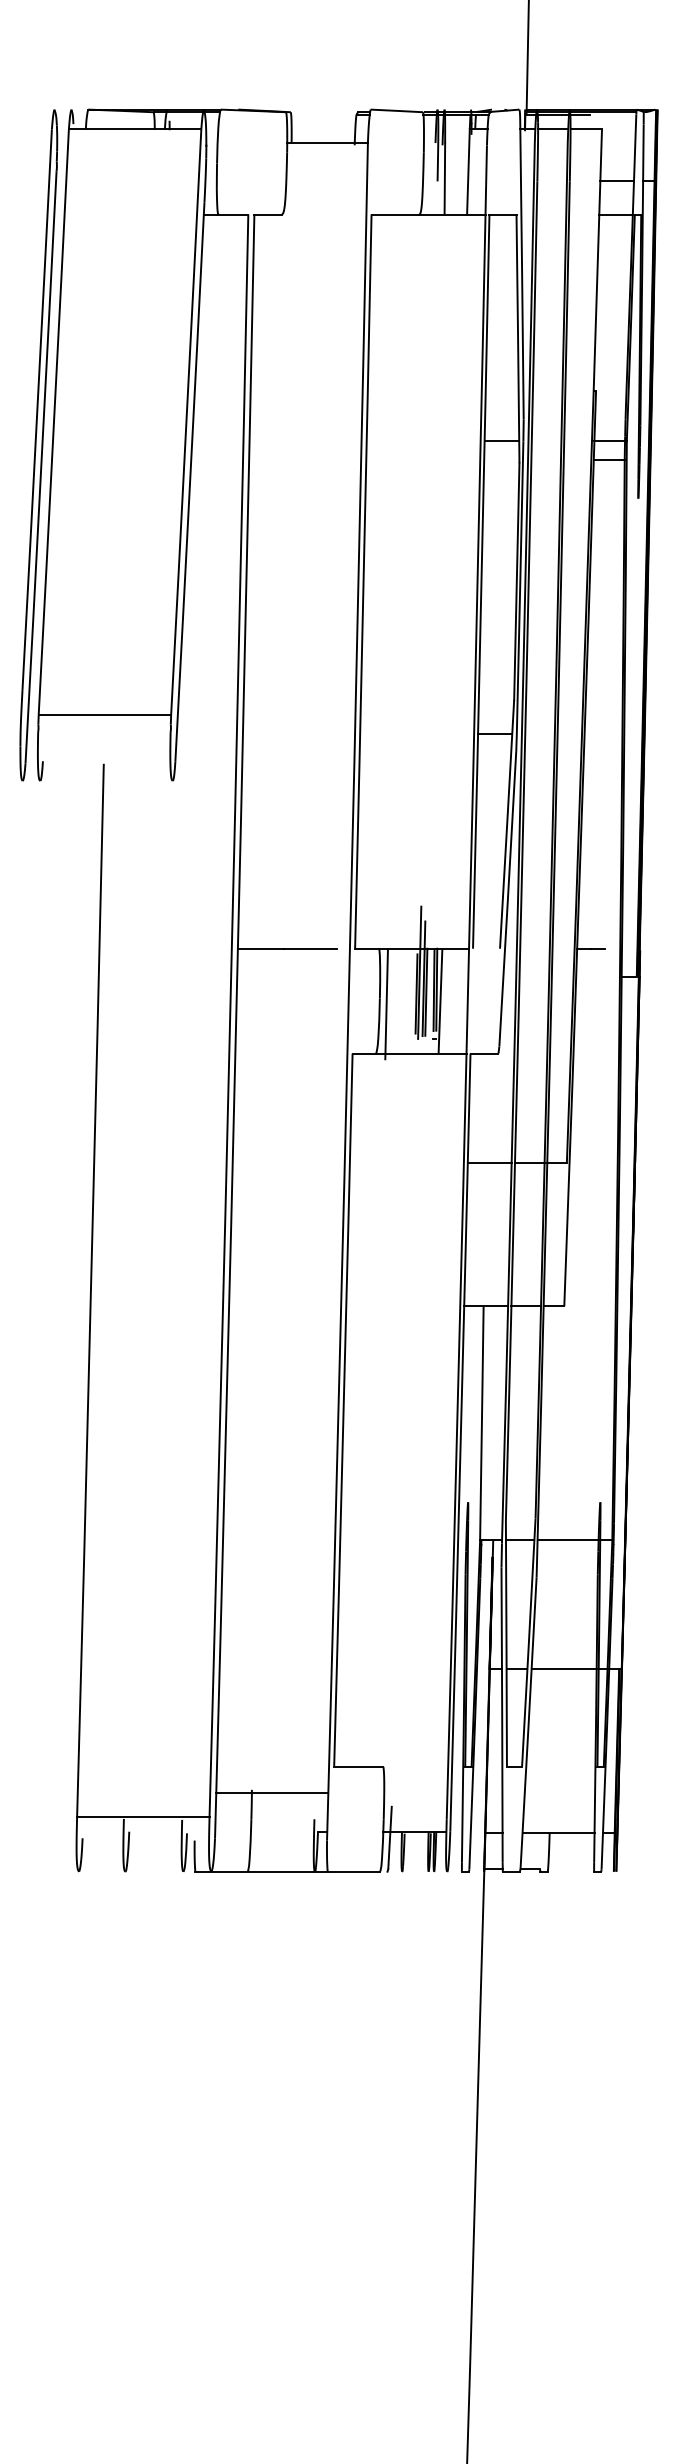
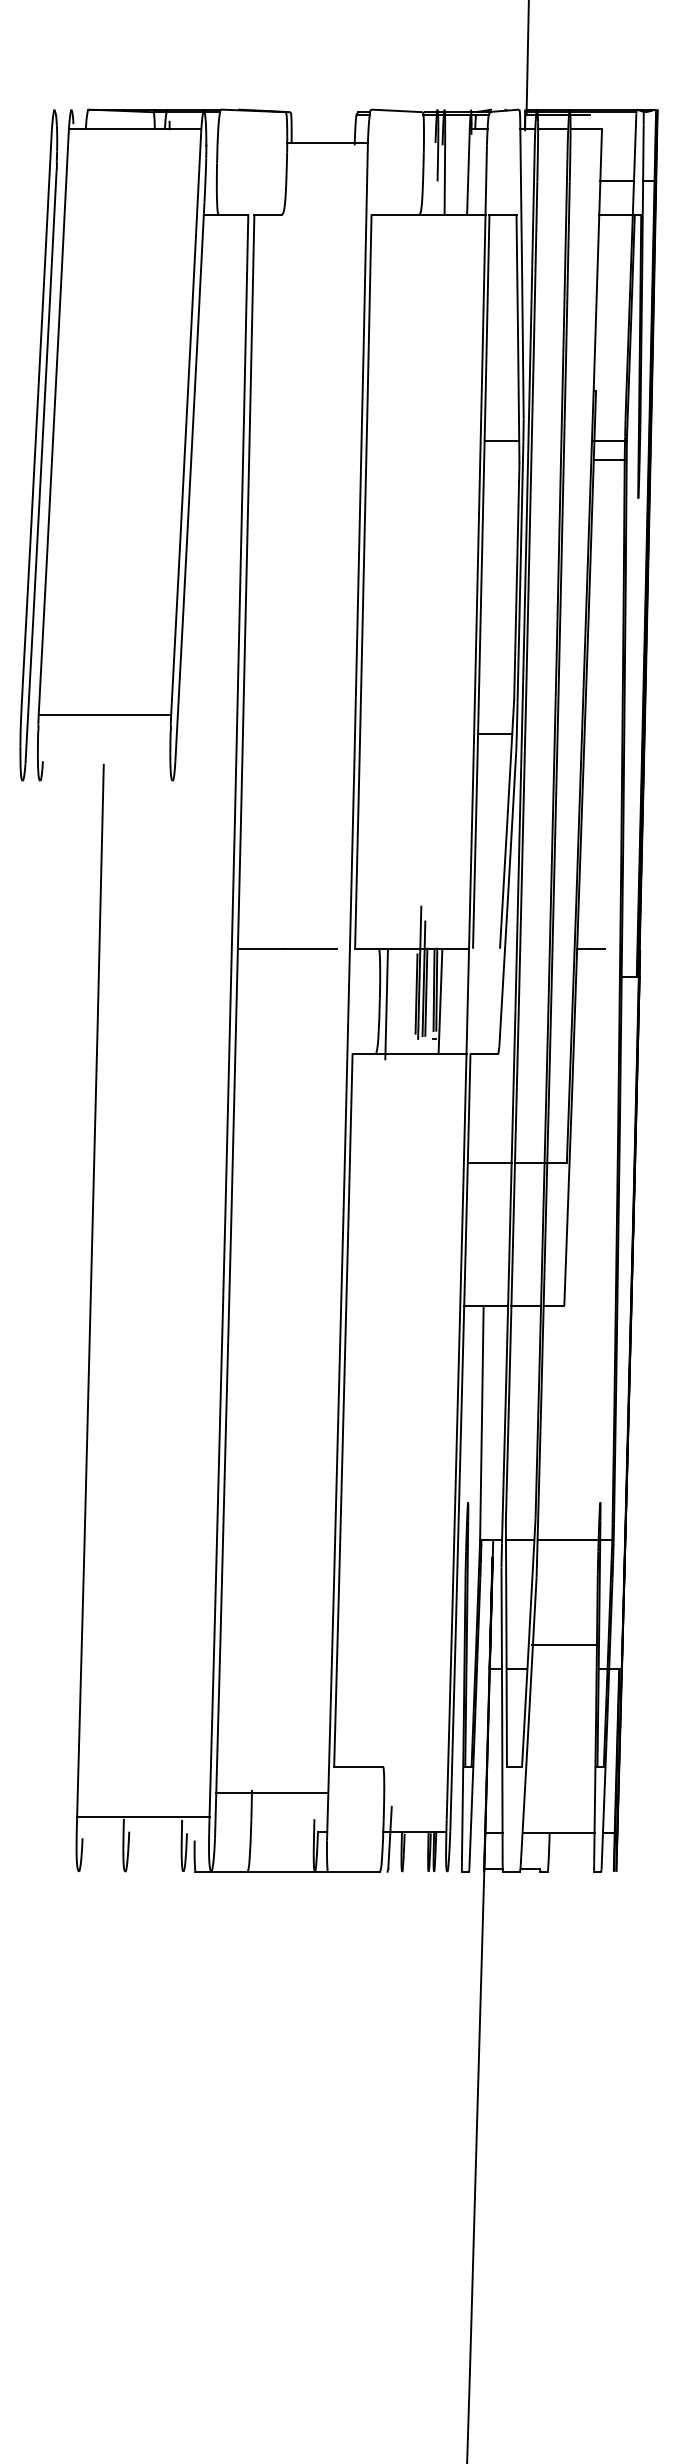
line at (563, 1669) position: (563, 1669) -> (563, 1645)
